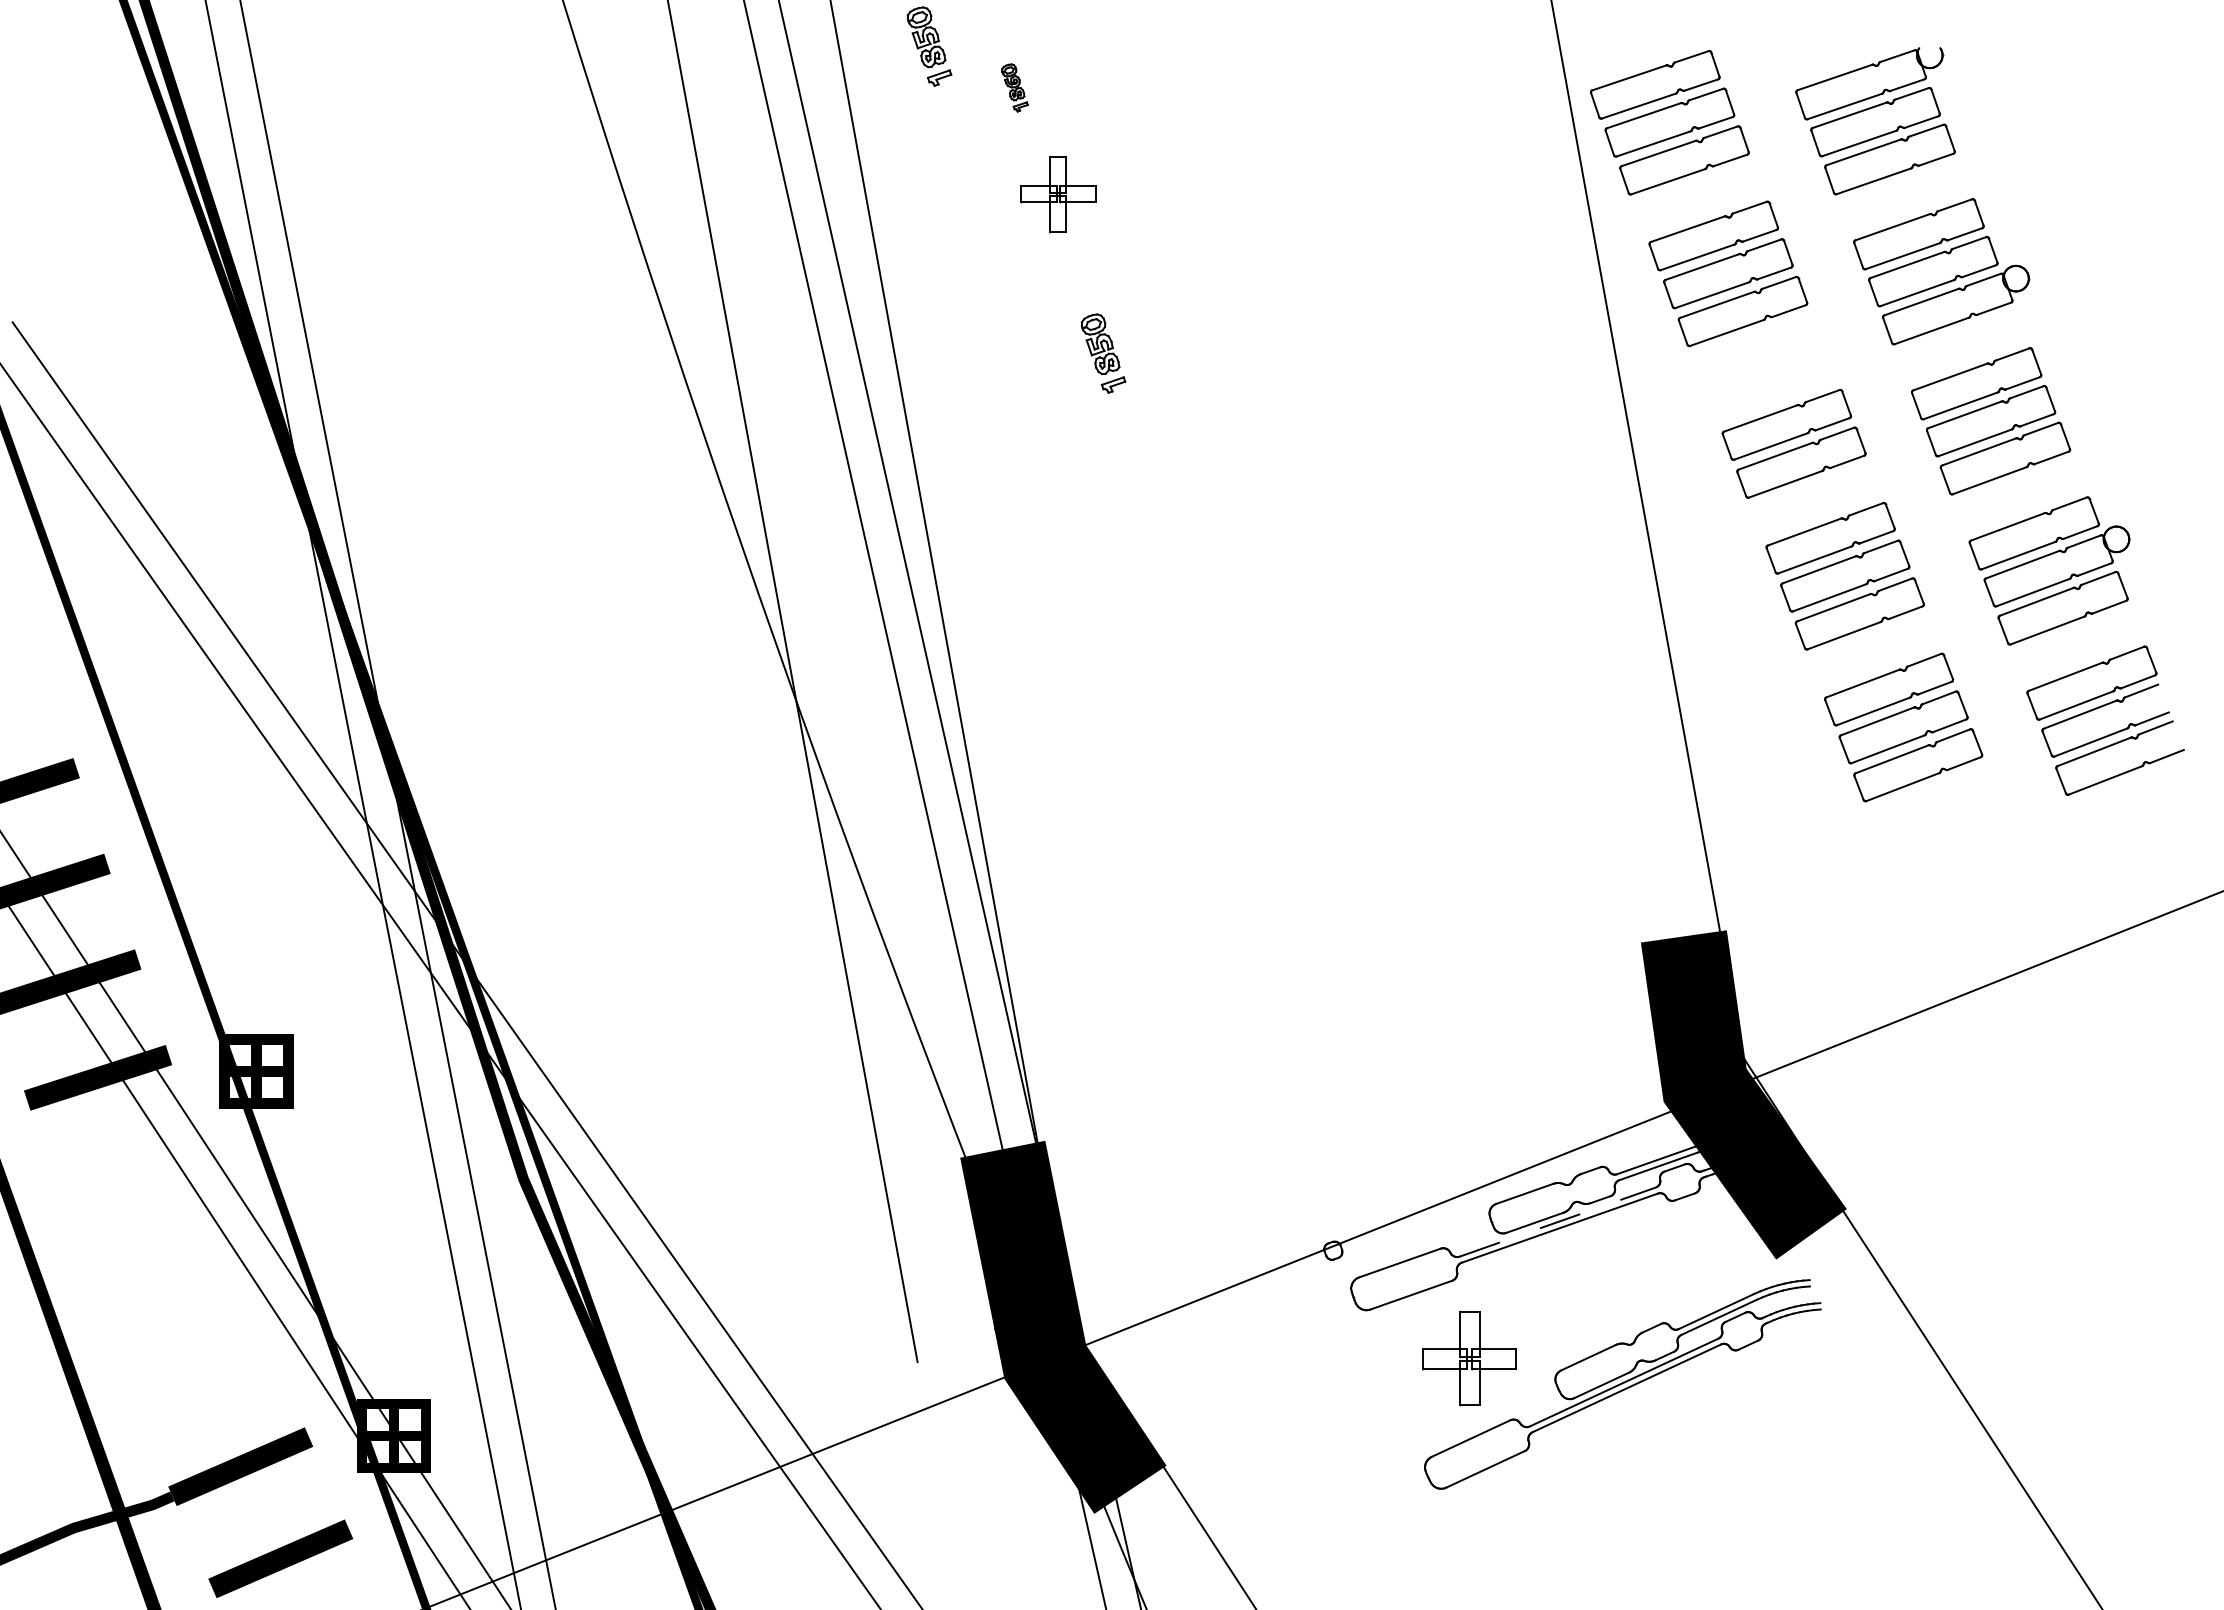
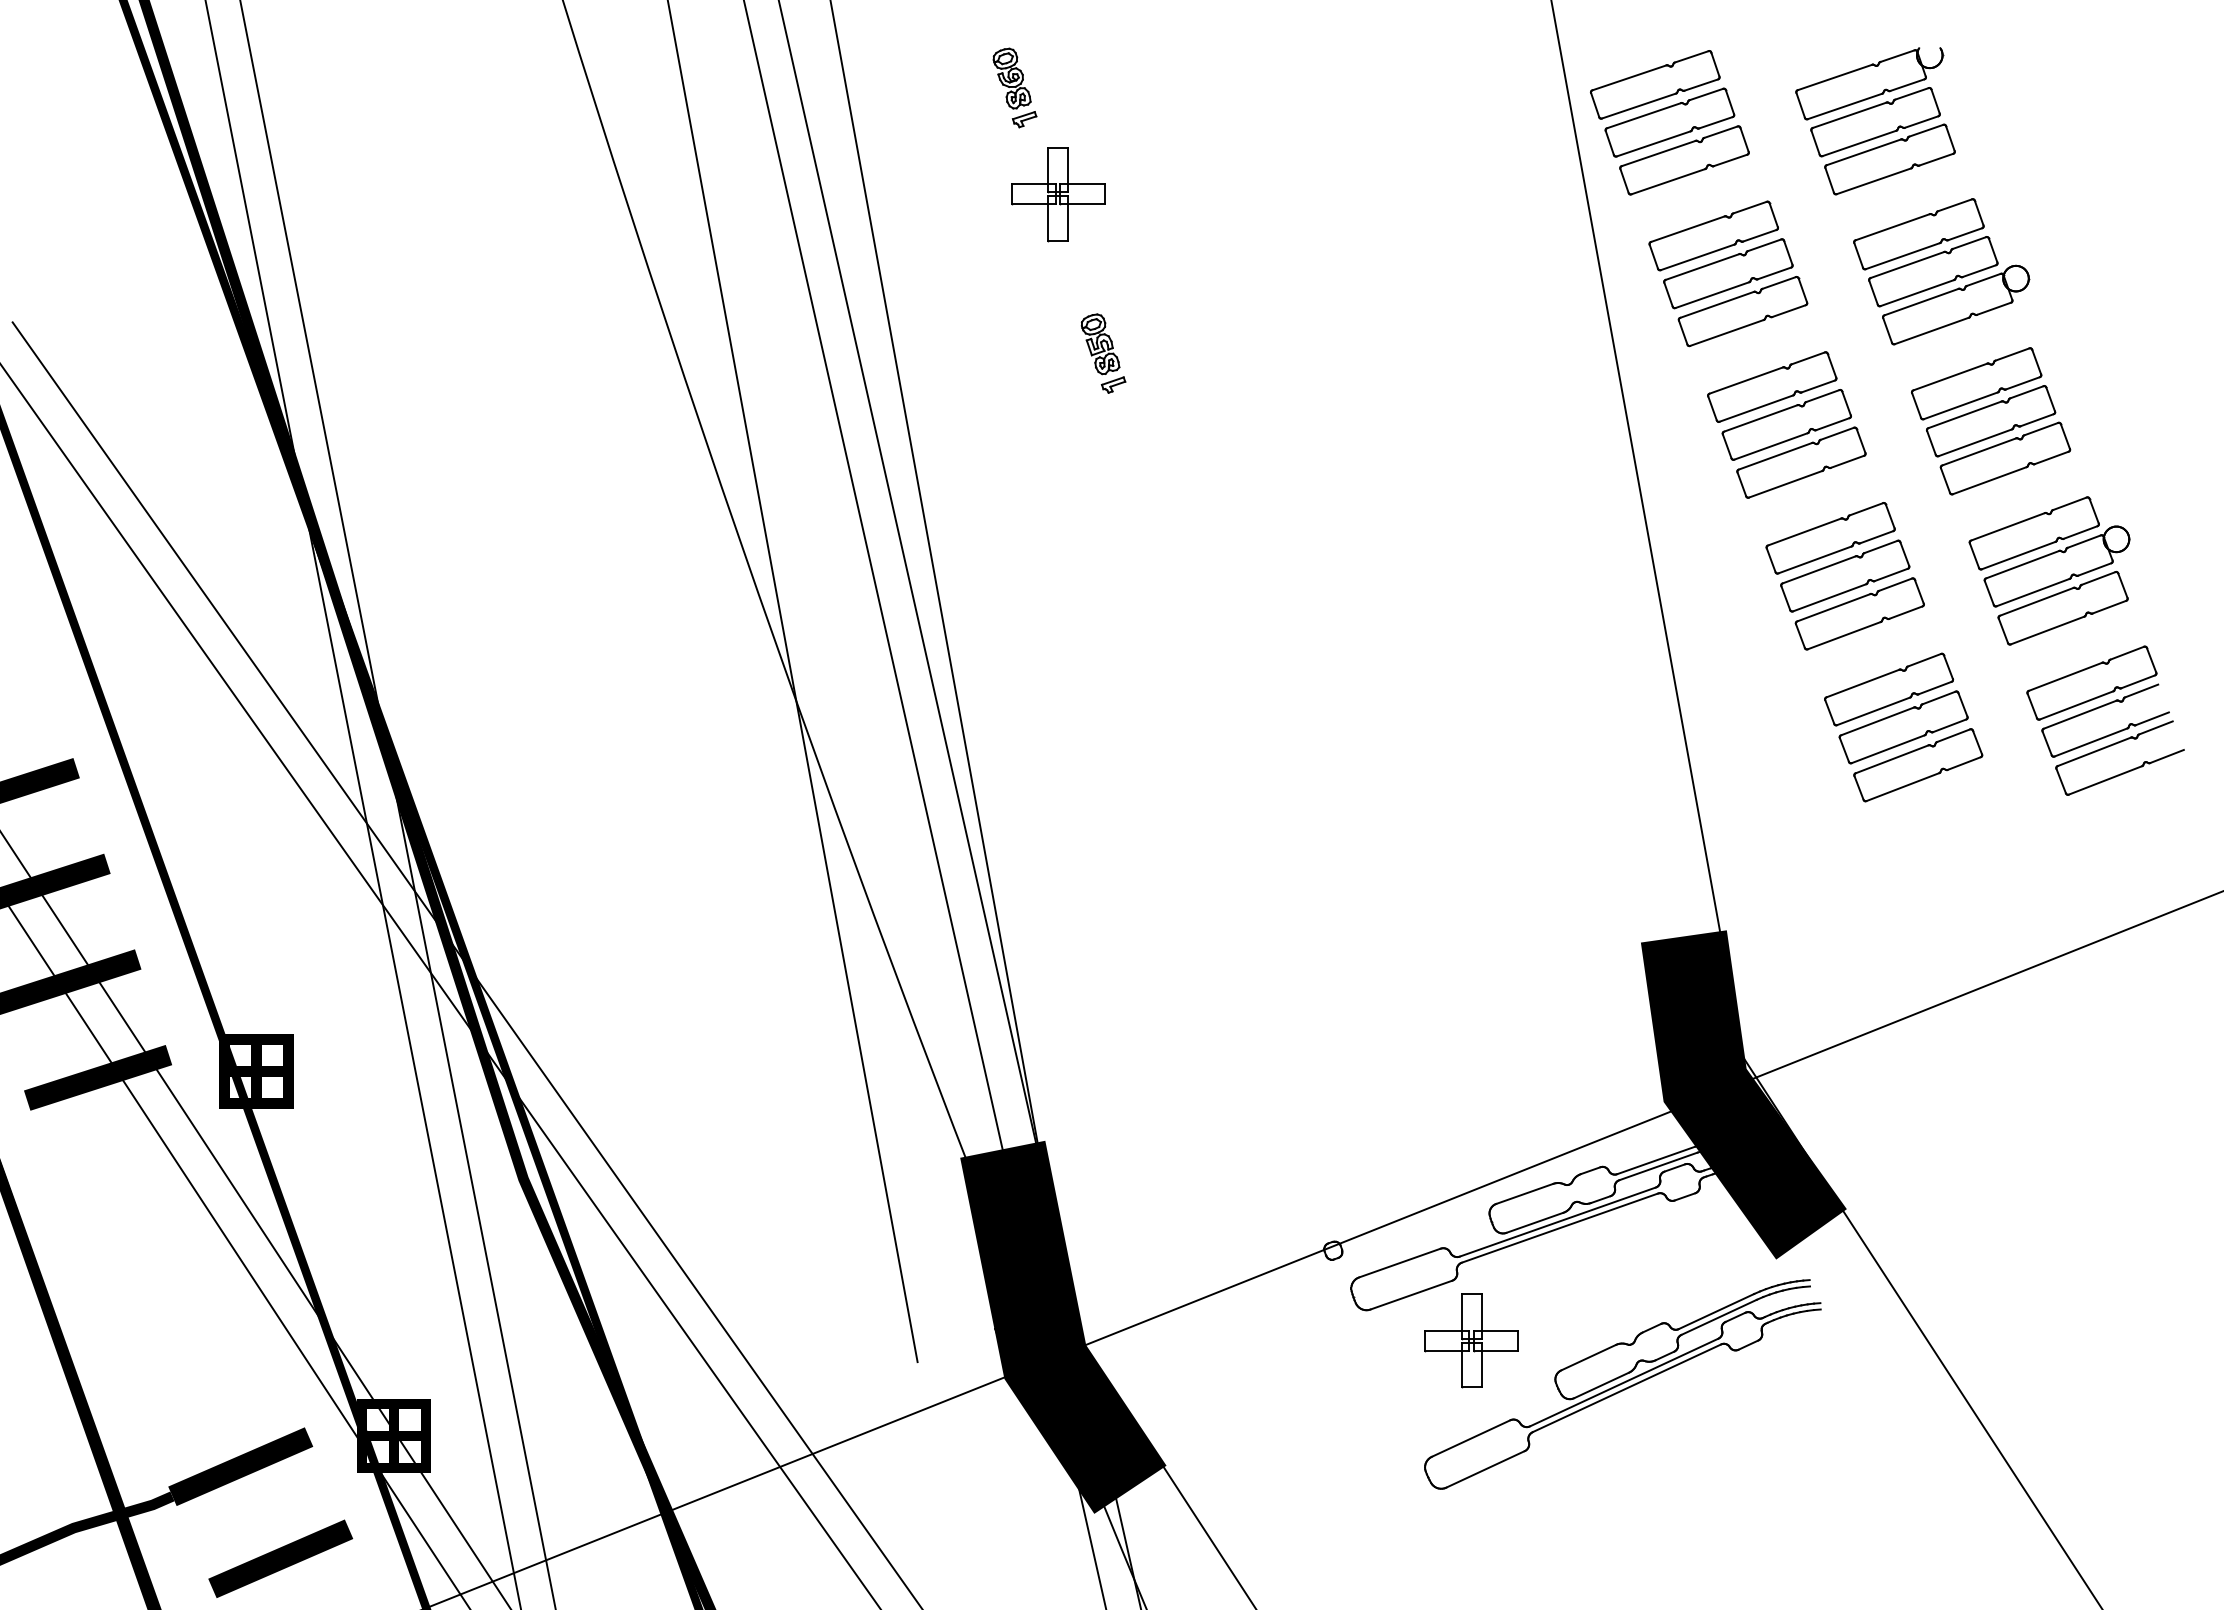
part at (929, 46): present -> none
part at (1014, 87) size: 28x50 px -> 46x82 px
part at (1058, 194) size: 77x78 px -> 95x96 px
part at (1772, 386): none -> present
line at (1557, 1222): dashed -> solid
part at (1469, 1358) position: (1469, 1358) -> (1471, 1340)
